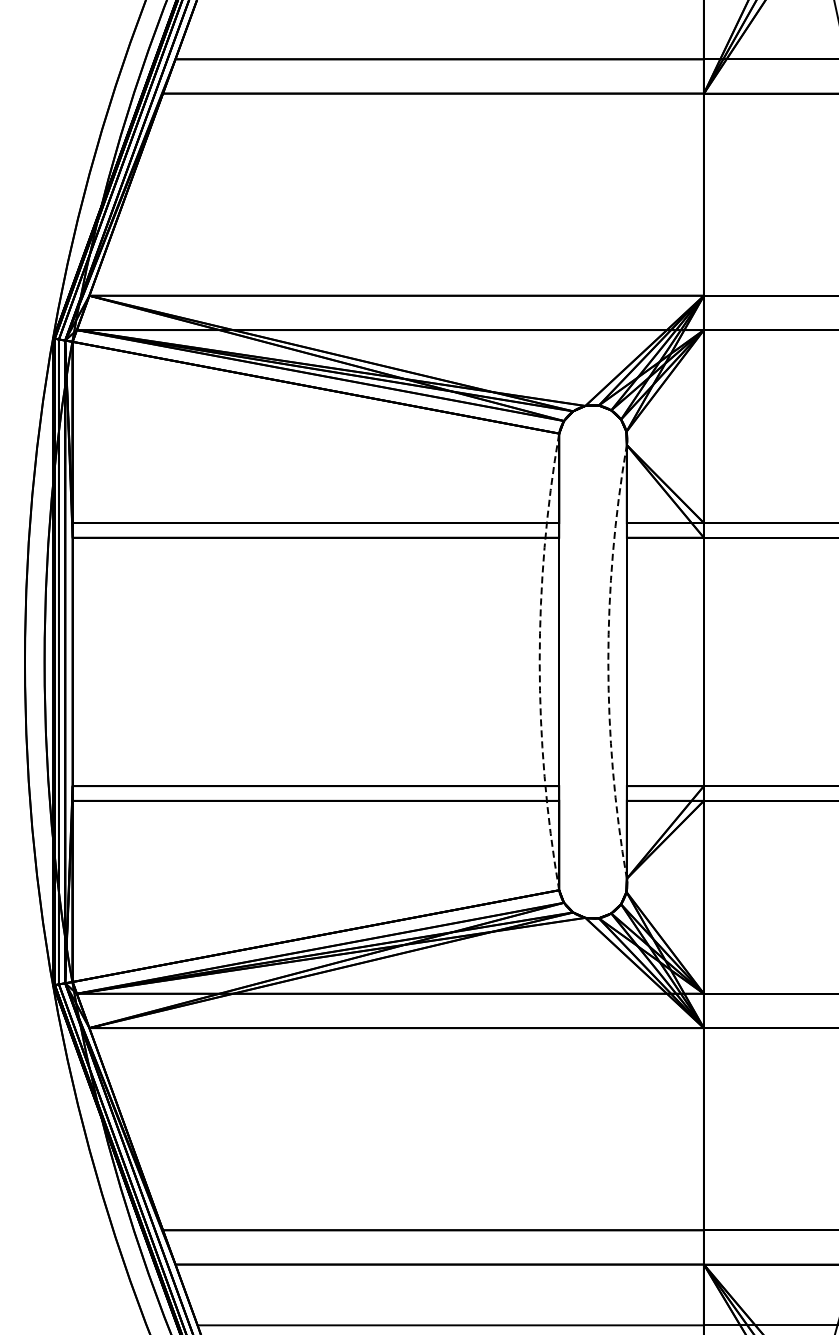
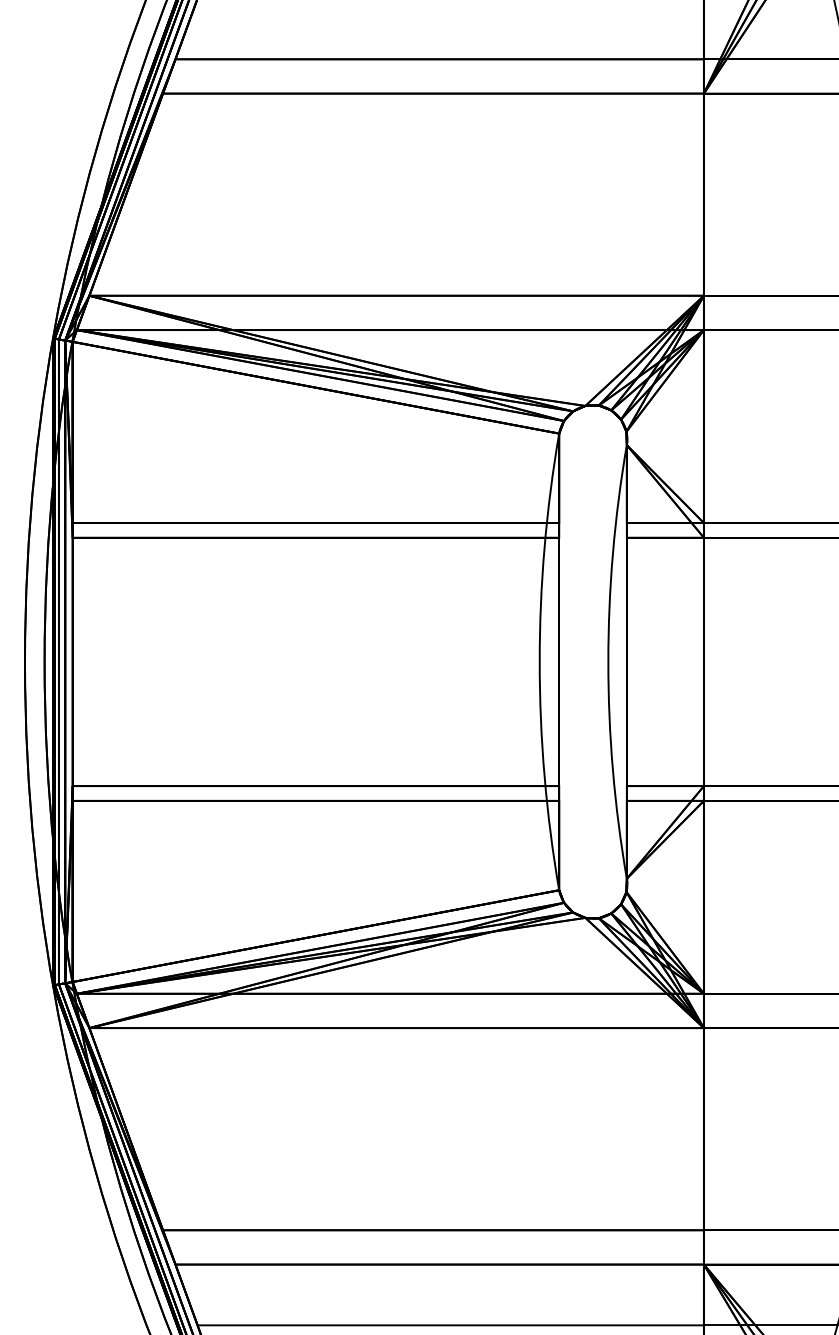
arc at (539, 661): dashed -> solid
arc at (608, 661): dashed -> solid
